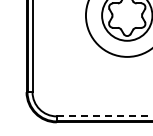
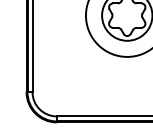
line at (104, 116): dashed -> solid
